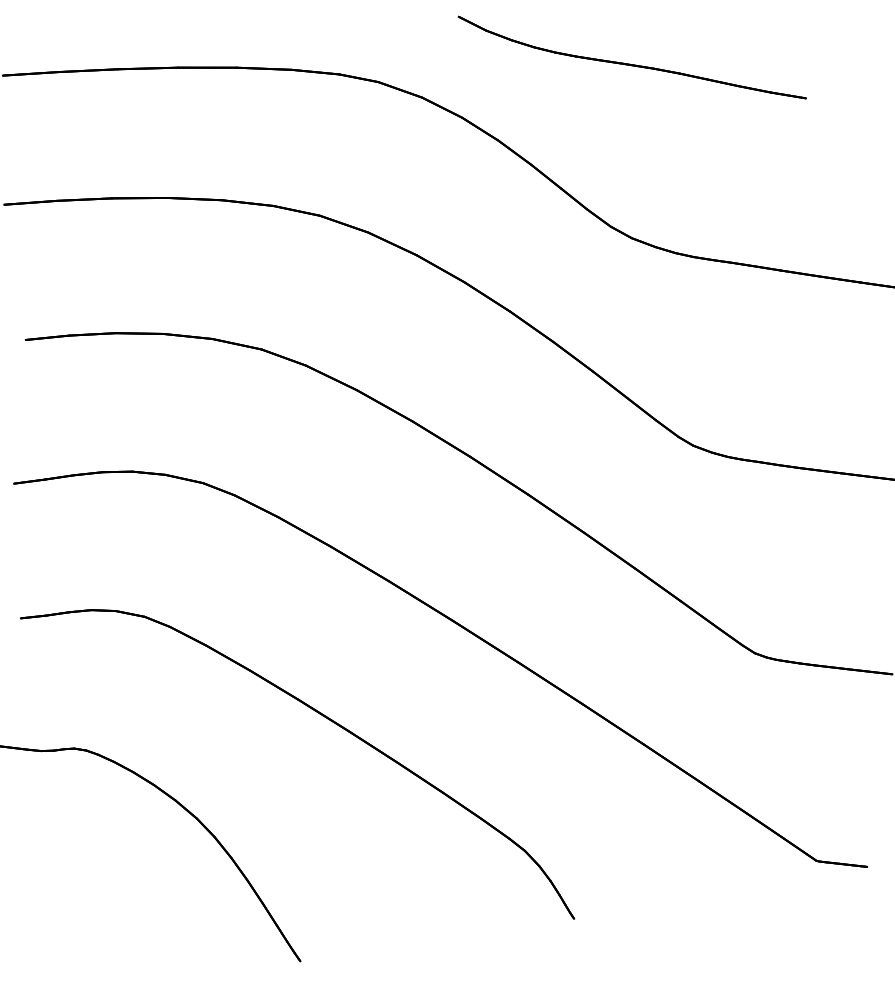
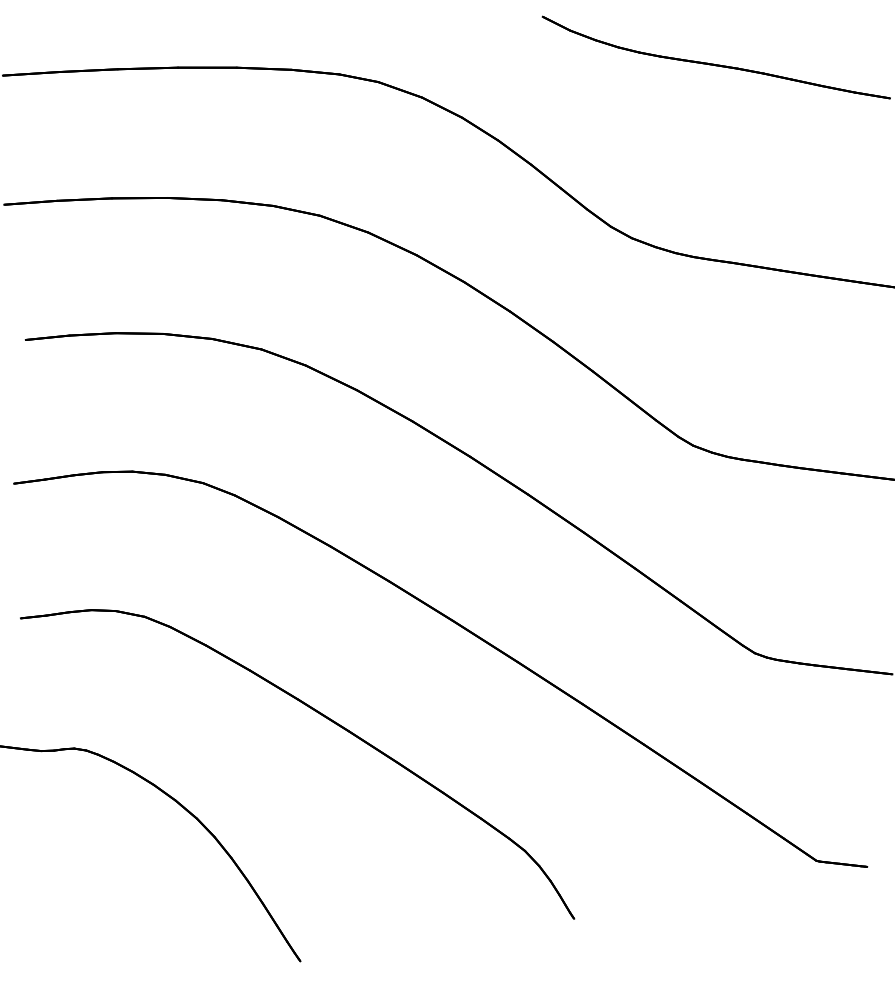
part at (629, 63) position: (629, 63) -> (713, 63)
